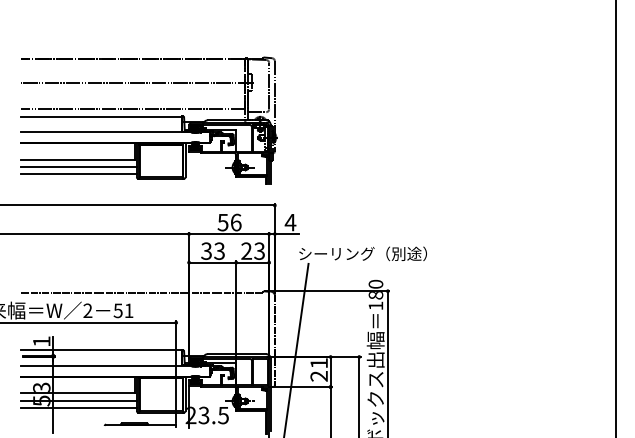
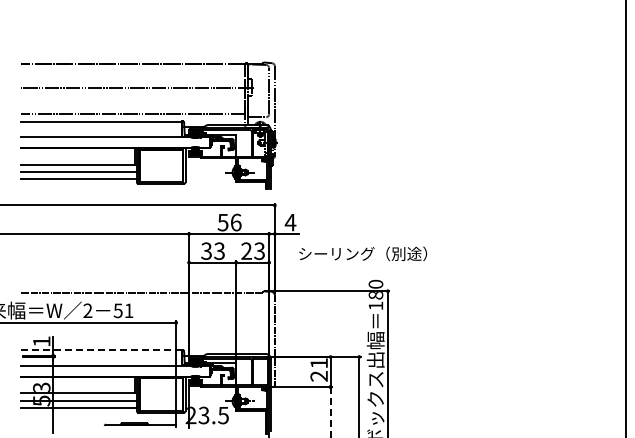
part at (148, 120) position: (148, 120) -> (148, 125)
line at (615, 218) position: (615, 218) -> (625, 218)
line at (296, 348): present -> none
line at (101, 350): solid -> dashed
line at (330, 413): solid -> dashed
